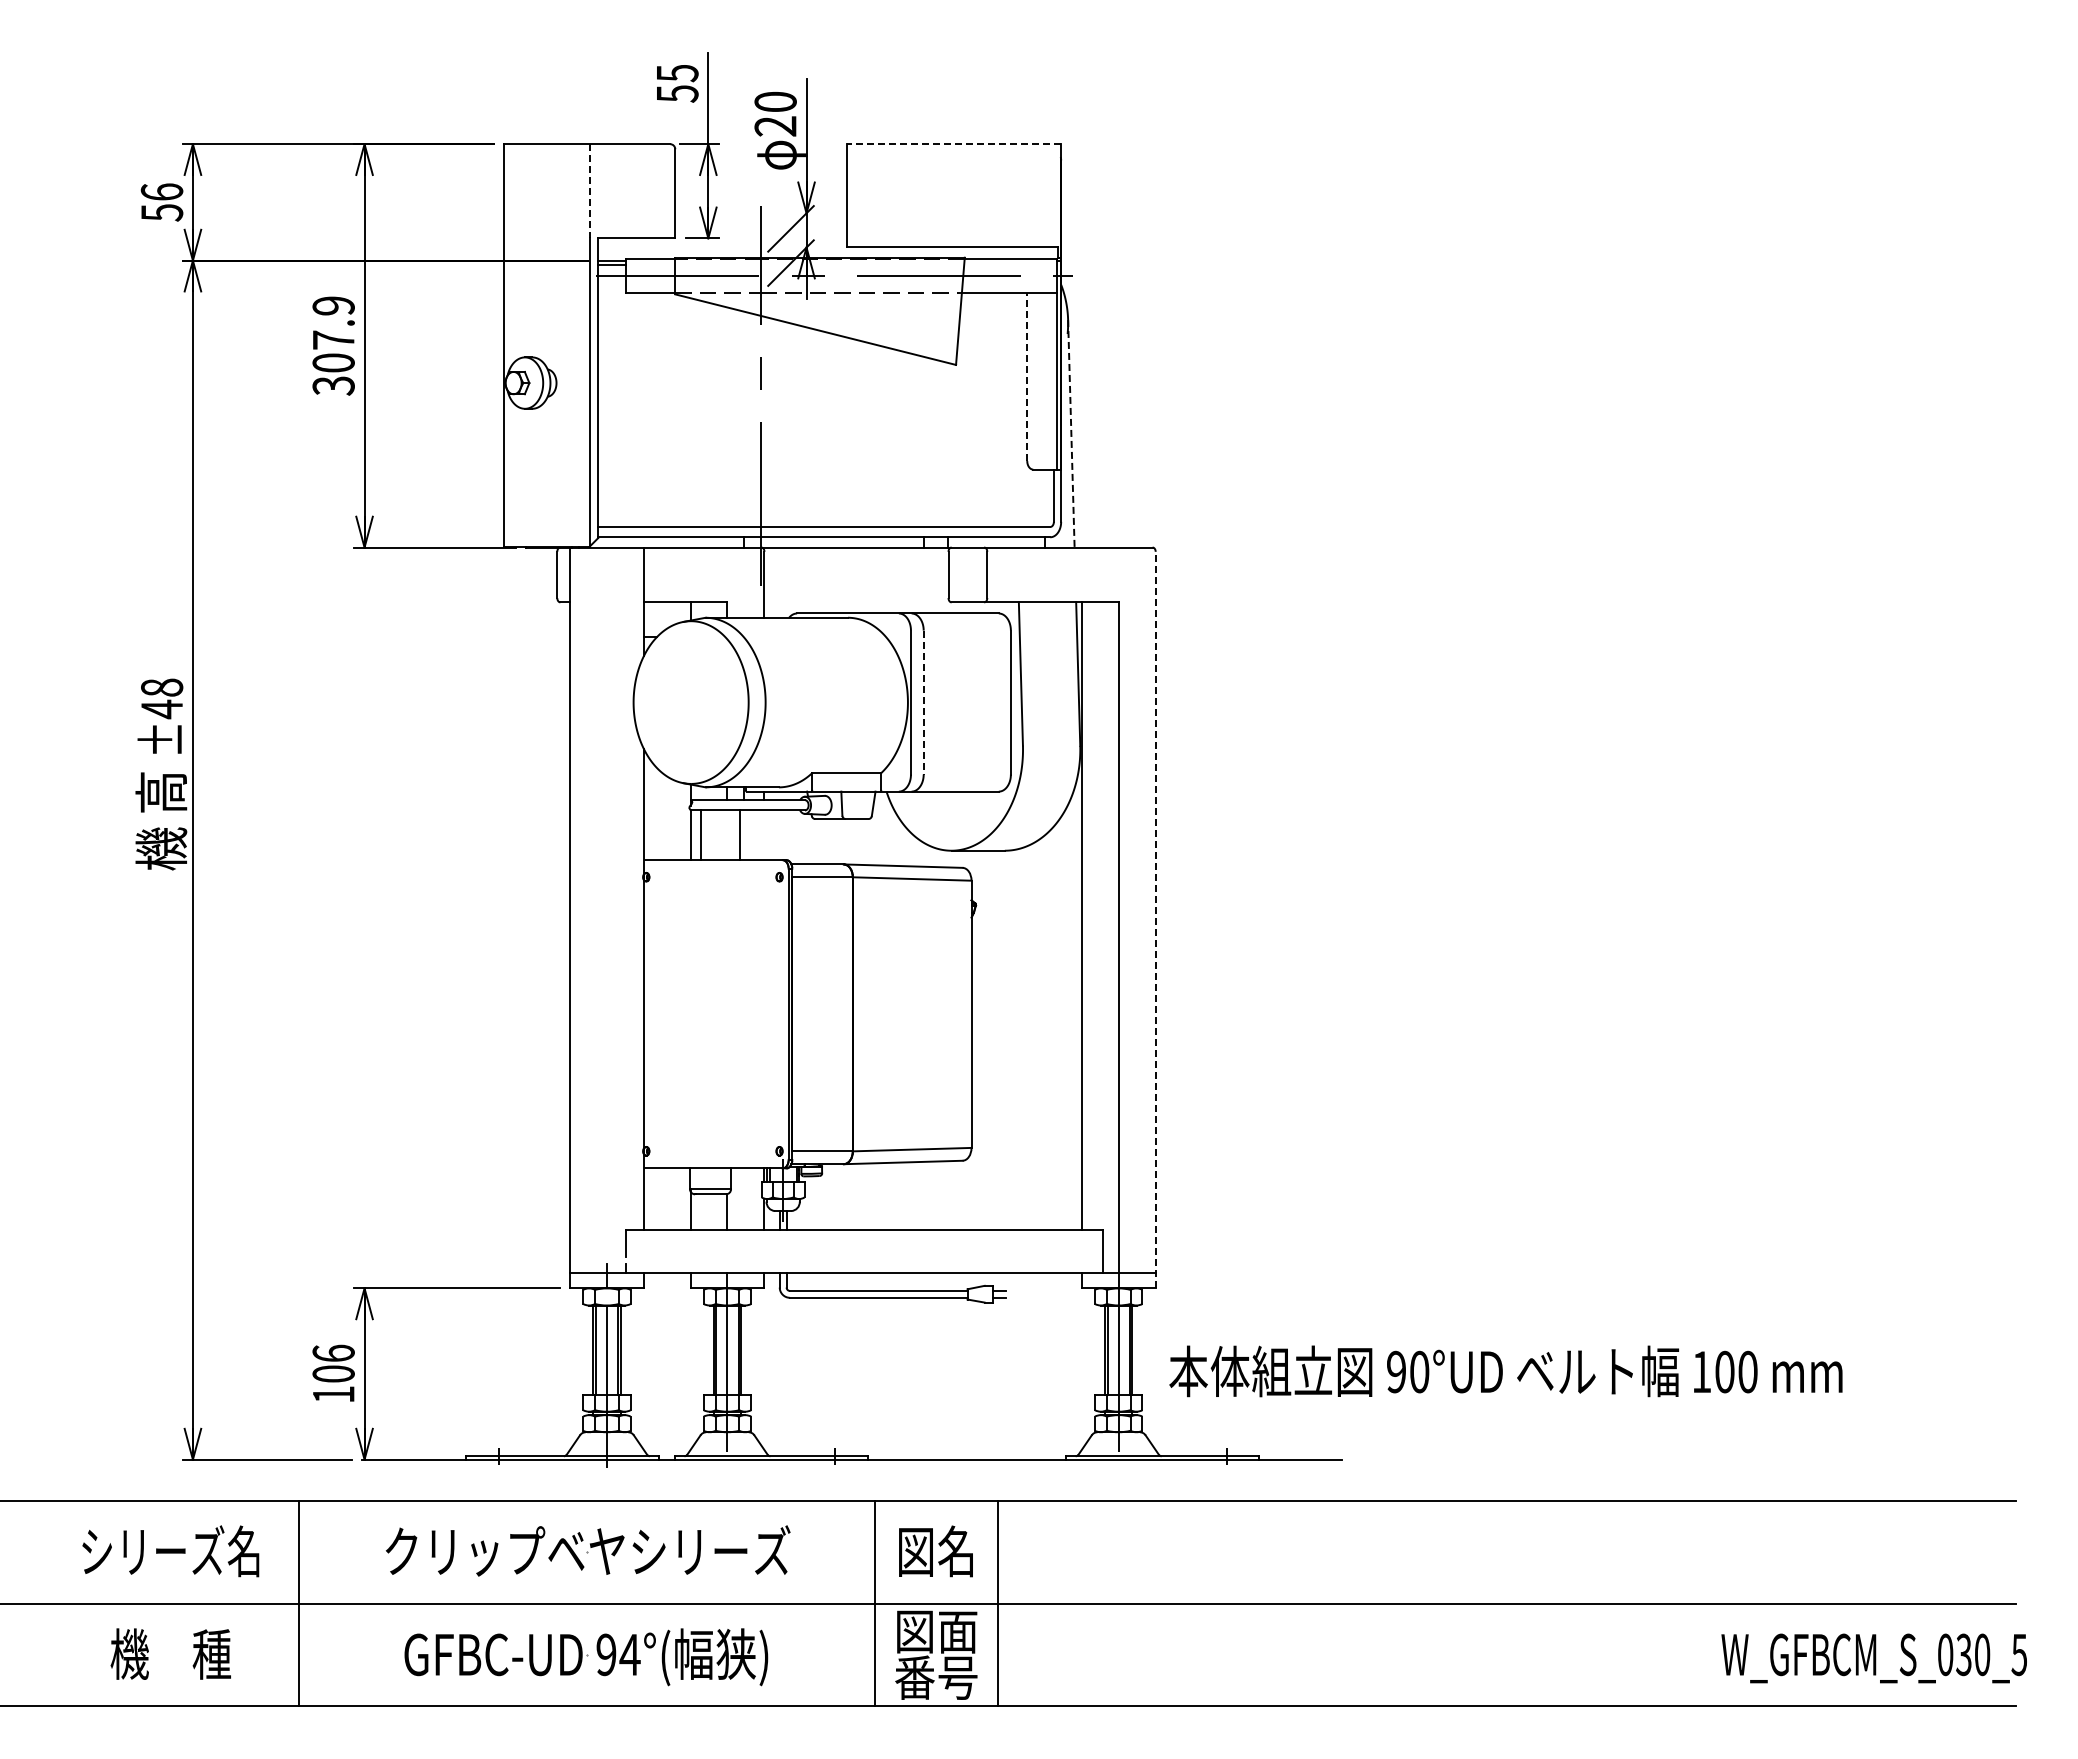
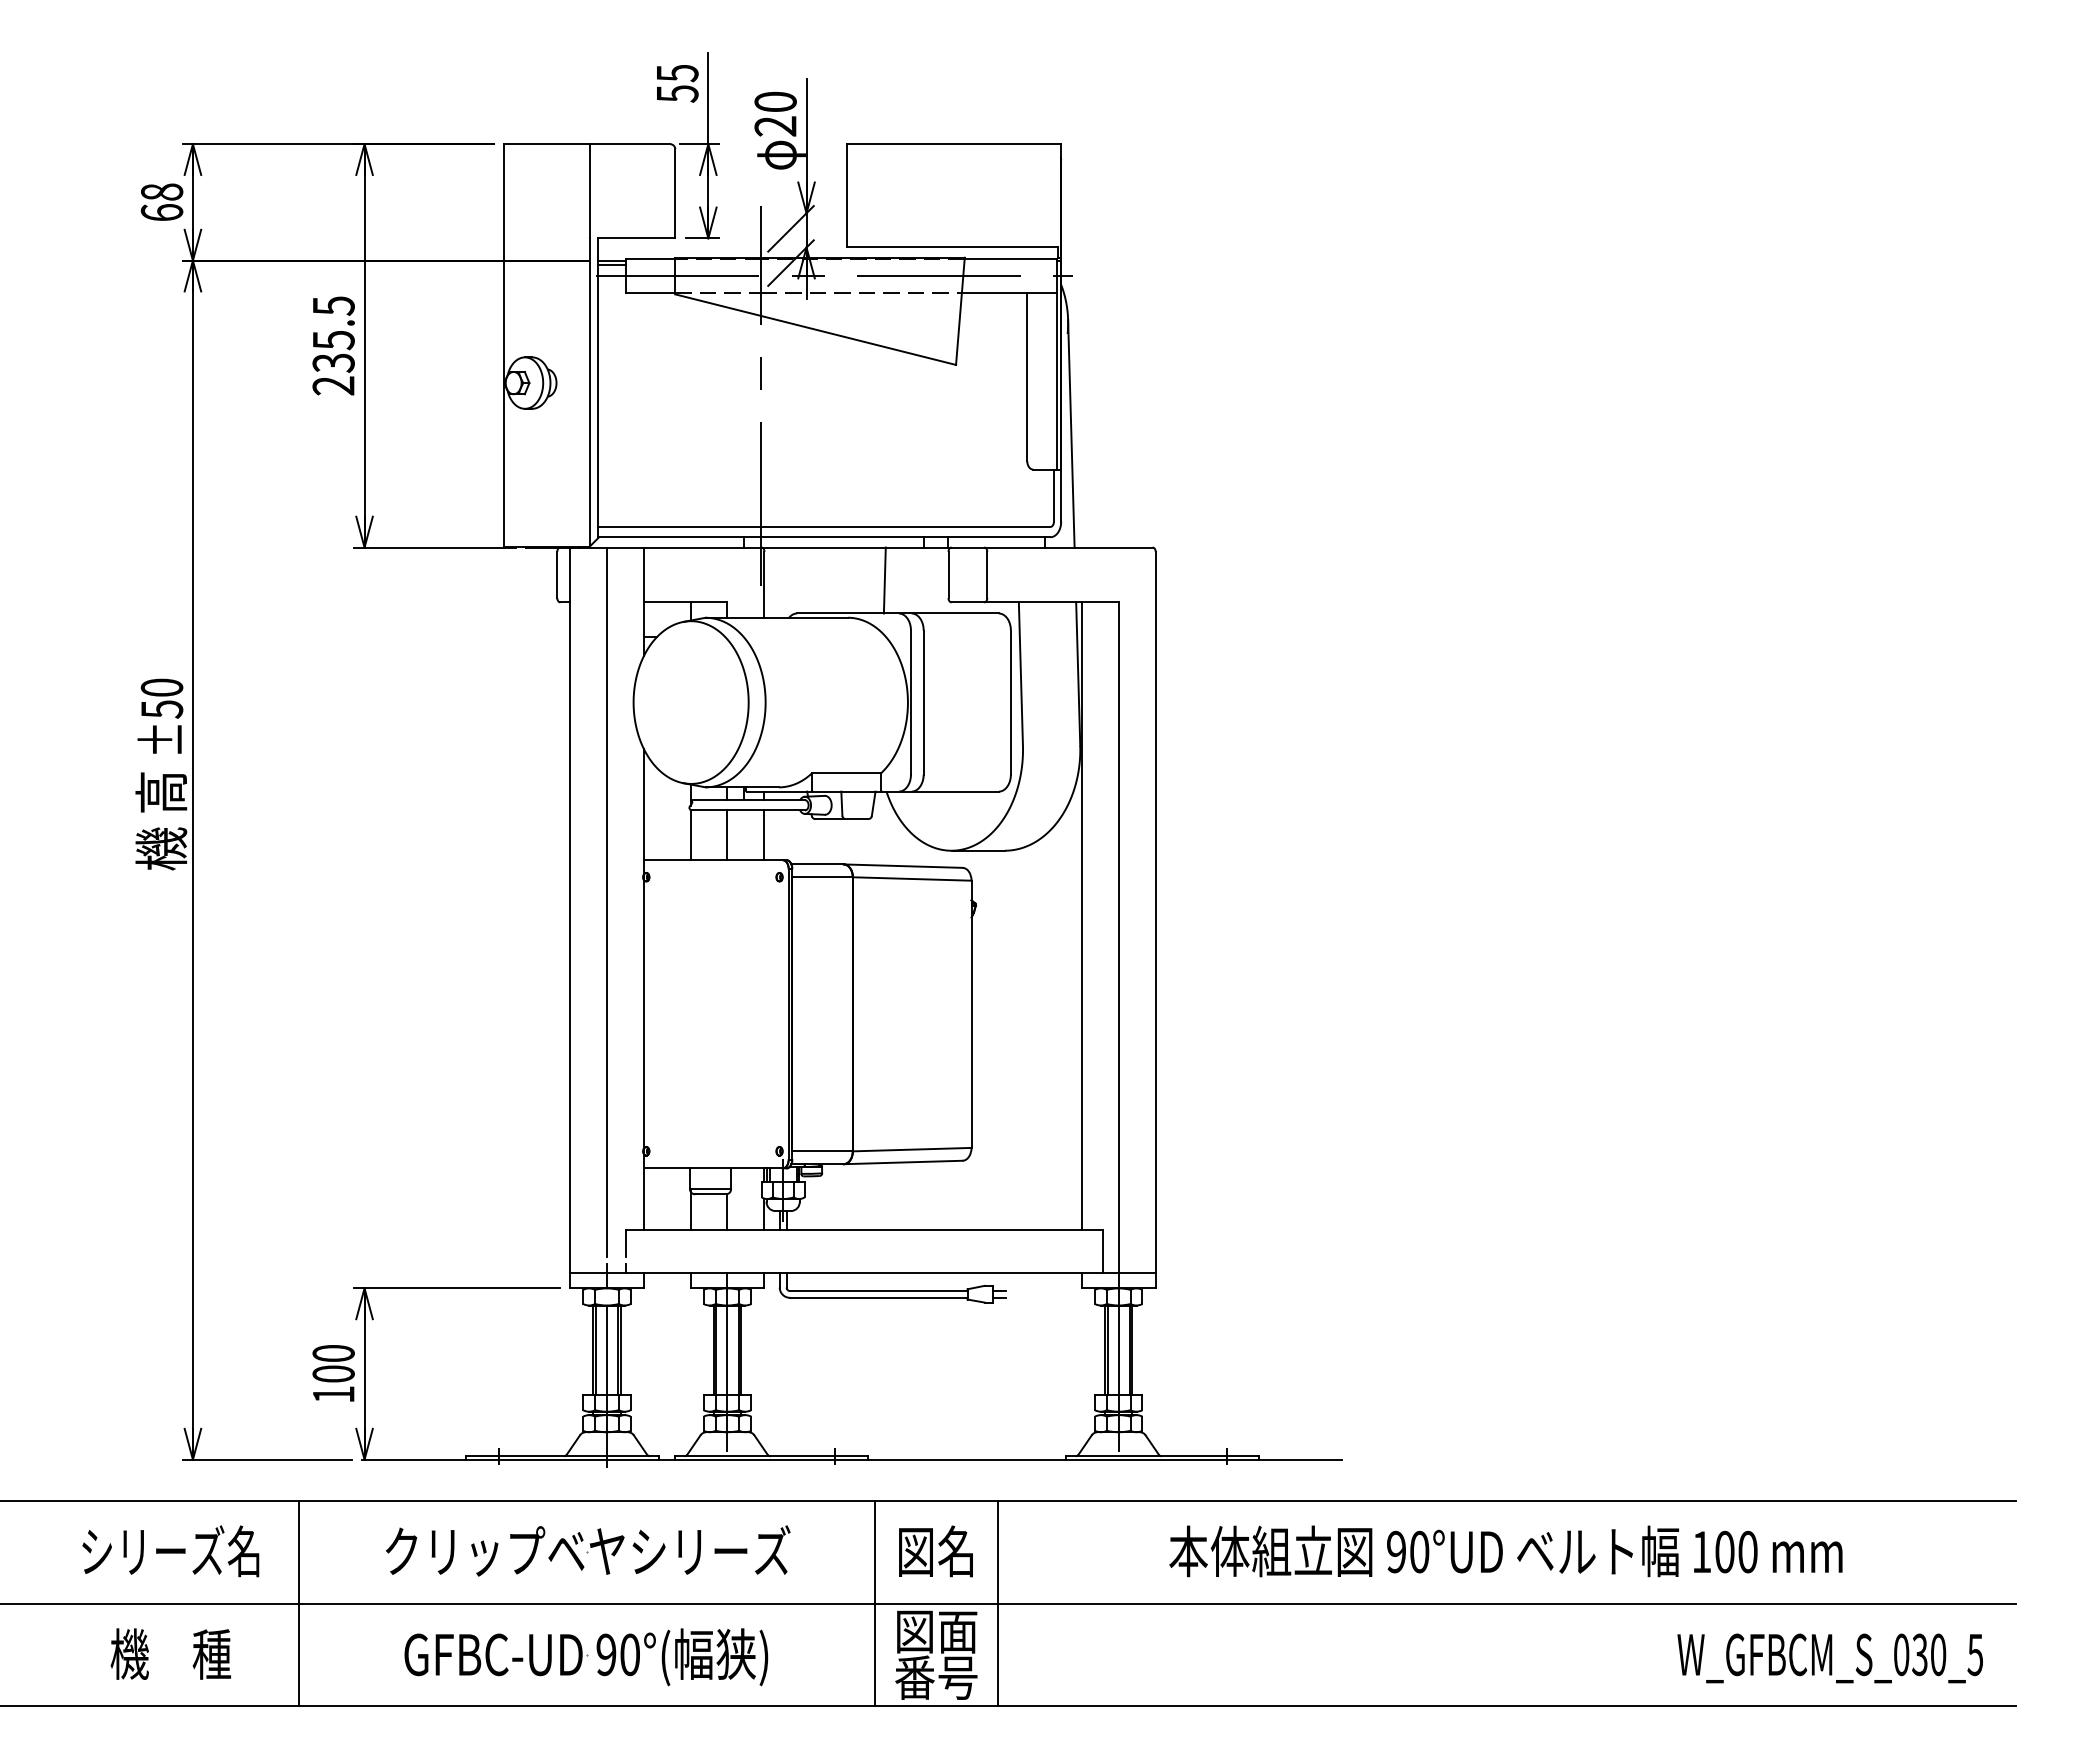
line at (953, 144): dashed -> solid
line at (589, 191): dashed -> solid
text at (161, 202): 56 -> 68
text at (333, 345): 307.9 -> 235.5
line at (1027, 377): dashed -> solid
line at (1071, 433): dashed -> solid
line at (884, 580): none -> present
text at (161, 698): ±48 -> ±50
line at (923, 702): dashed -> solid
line at (701, 835) position: (701, 835) -> (727, 835)
line at (740, 835) position: (740, 835) -> (764, 835)
line at (606, 901): none -> present
line at (1155, 919): dashed -> solid
text at (333, 1352): 106 -> 100
text at (1505, 1371) position: (1505, 1371) -> (1505, 1551)
text at (629, 1654): 94°( -> 90°(
text at (1873, 1658) position: (1873, 1658) -> (1829, 1658)
